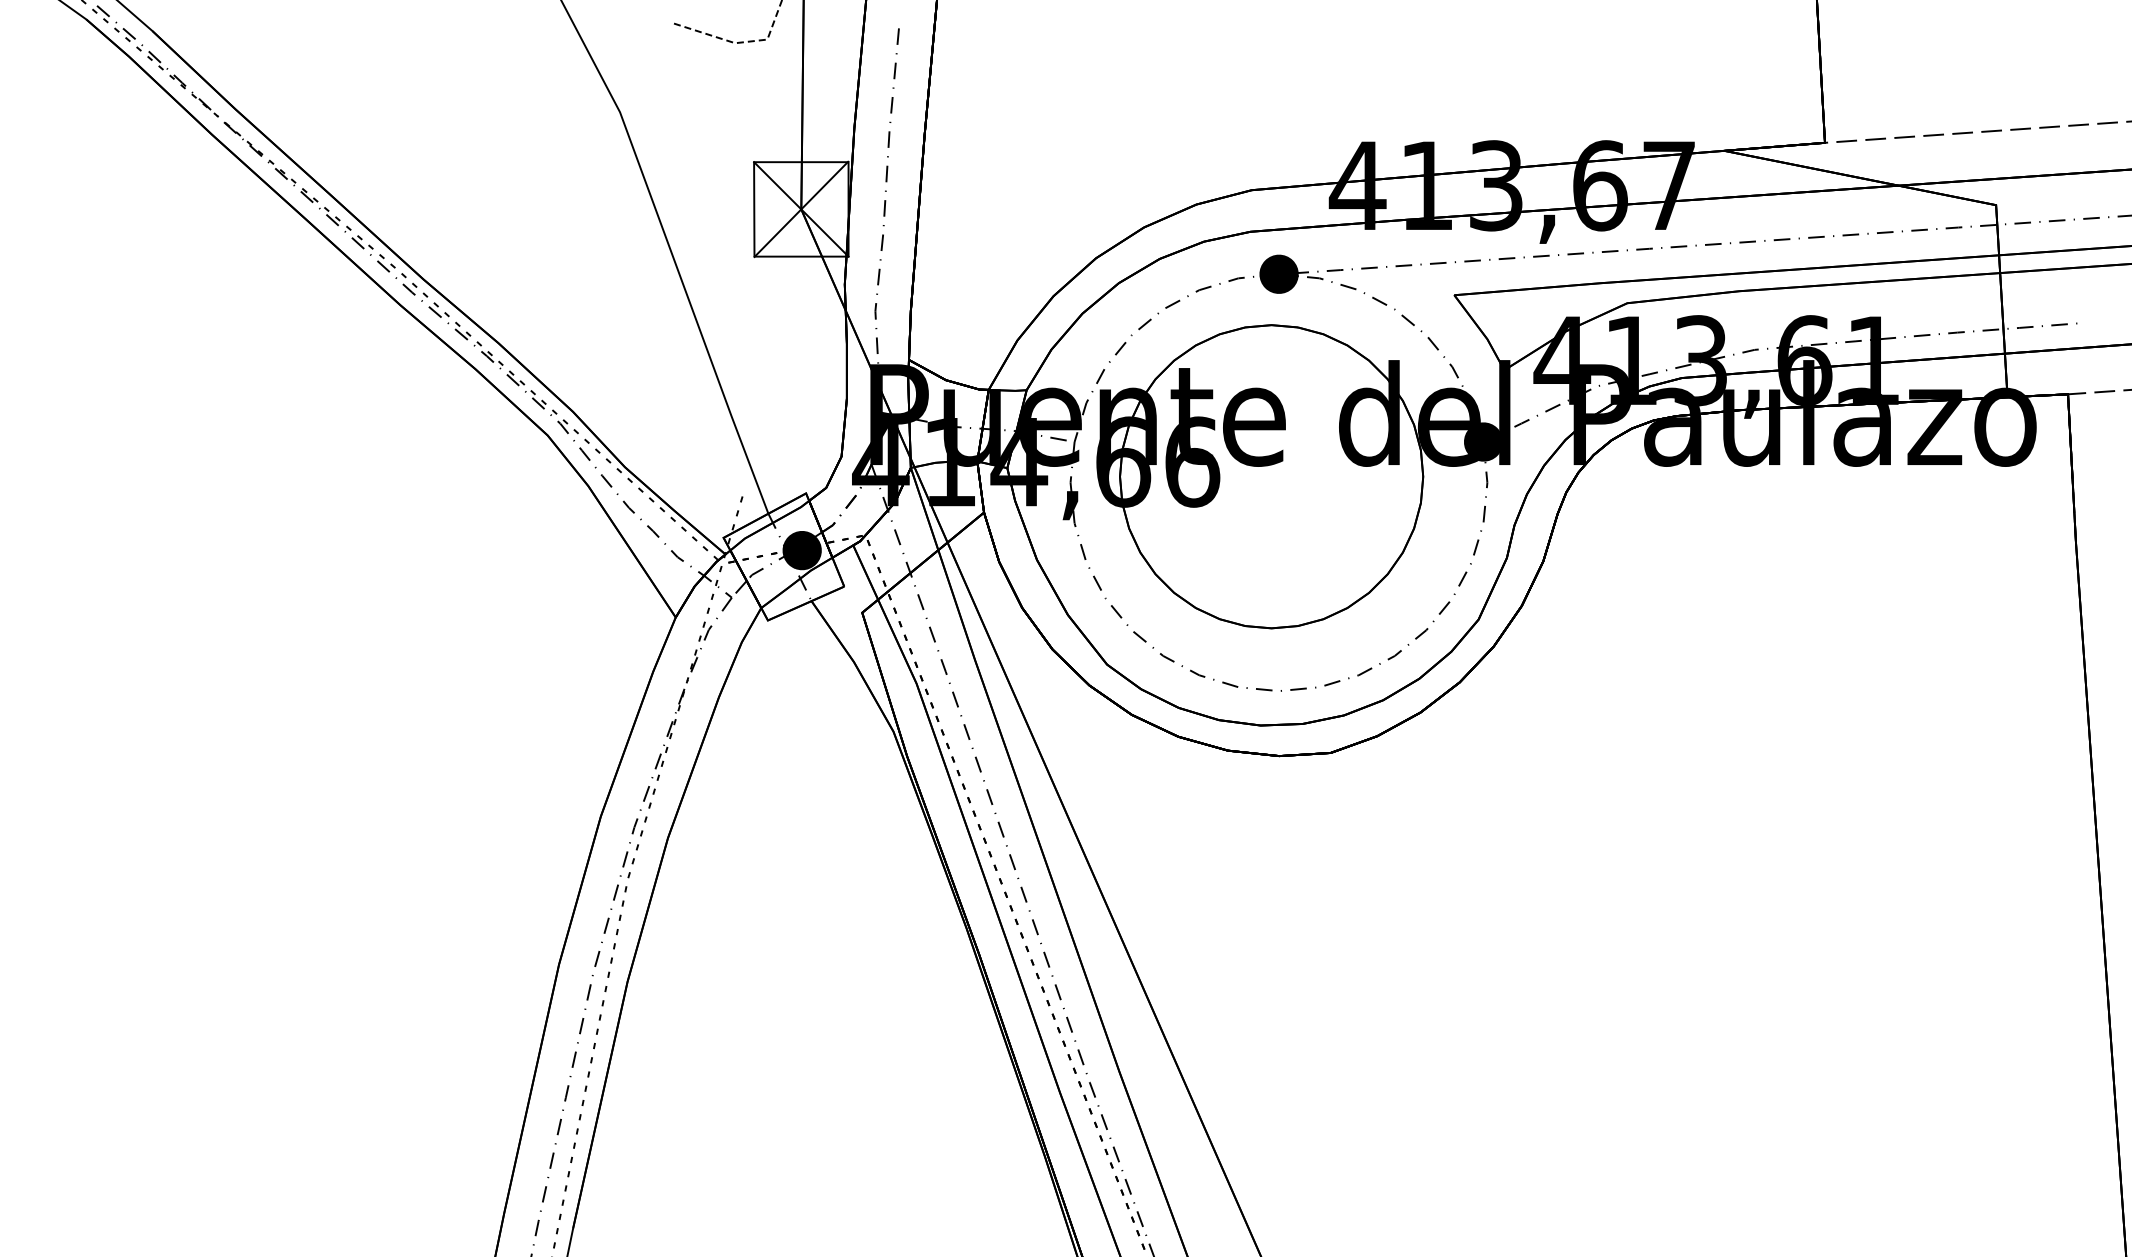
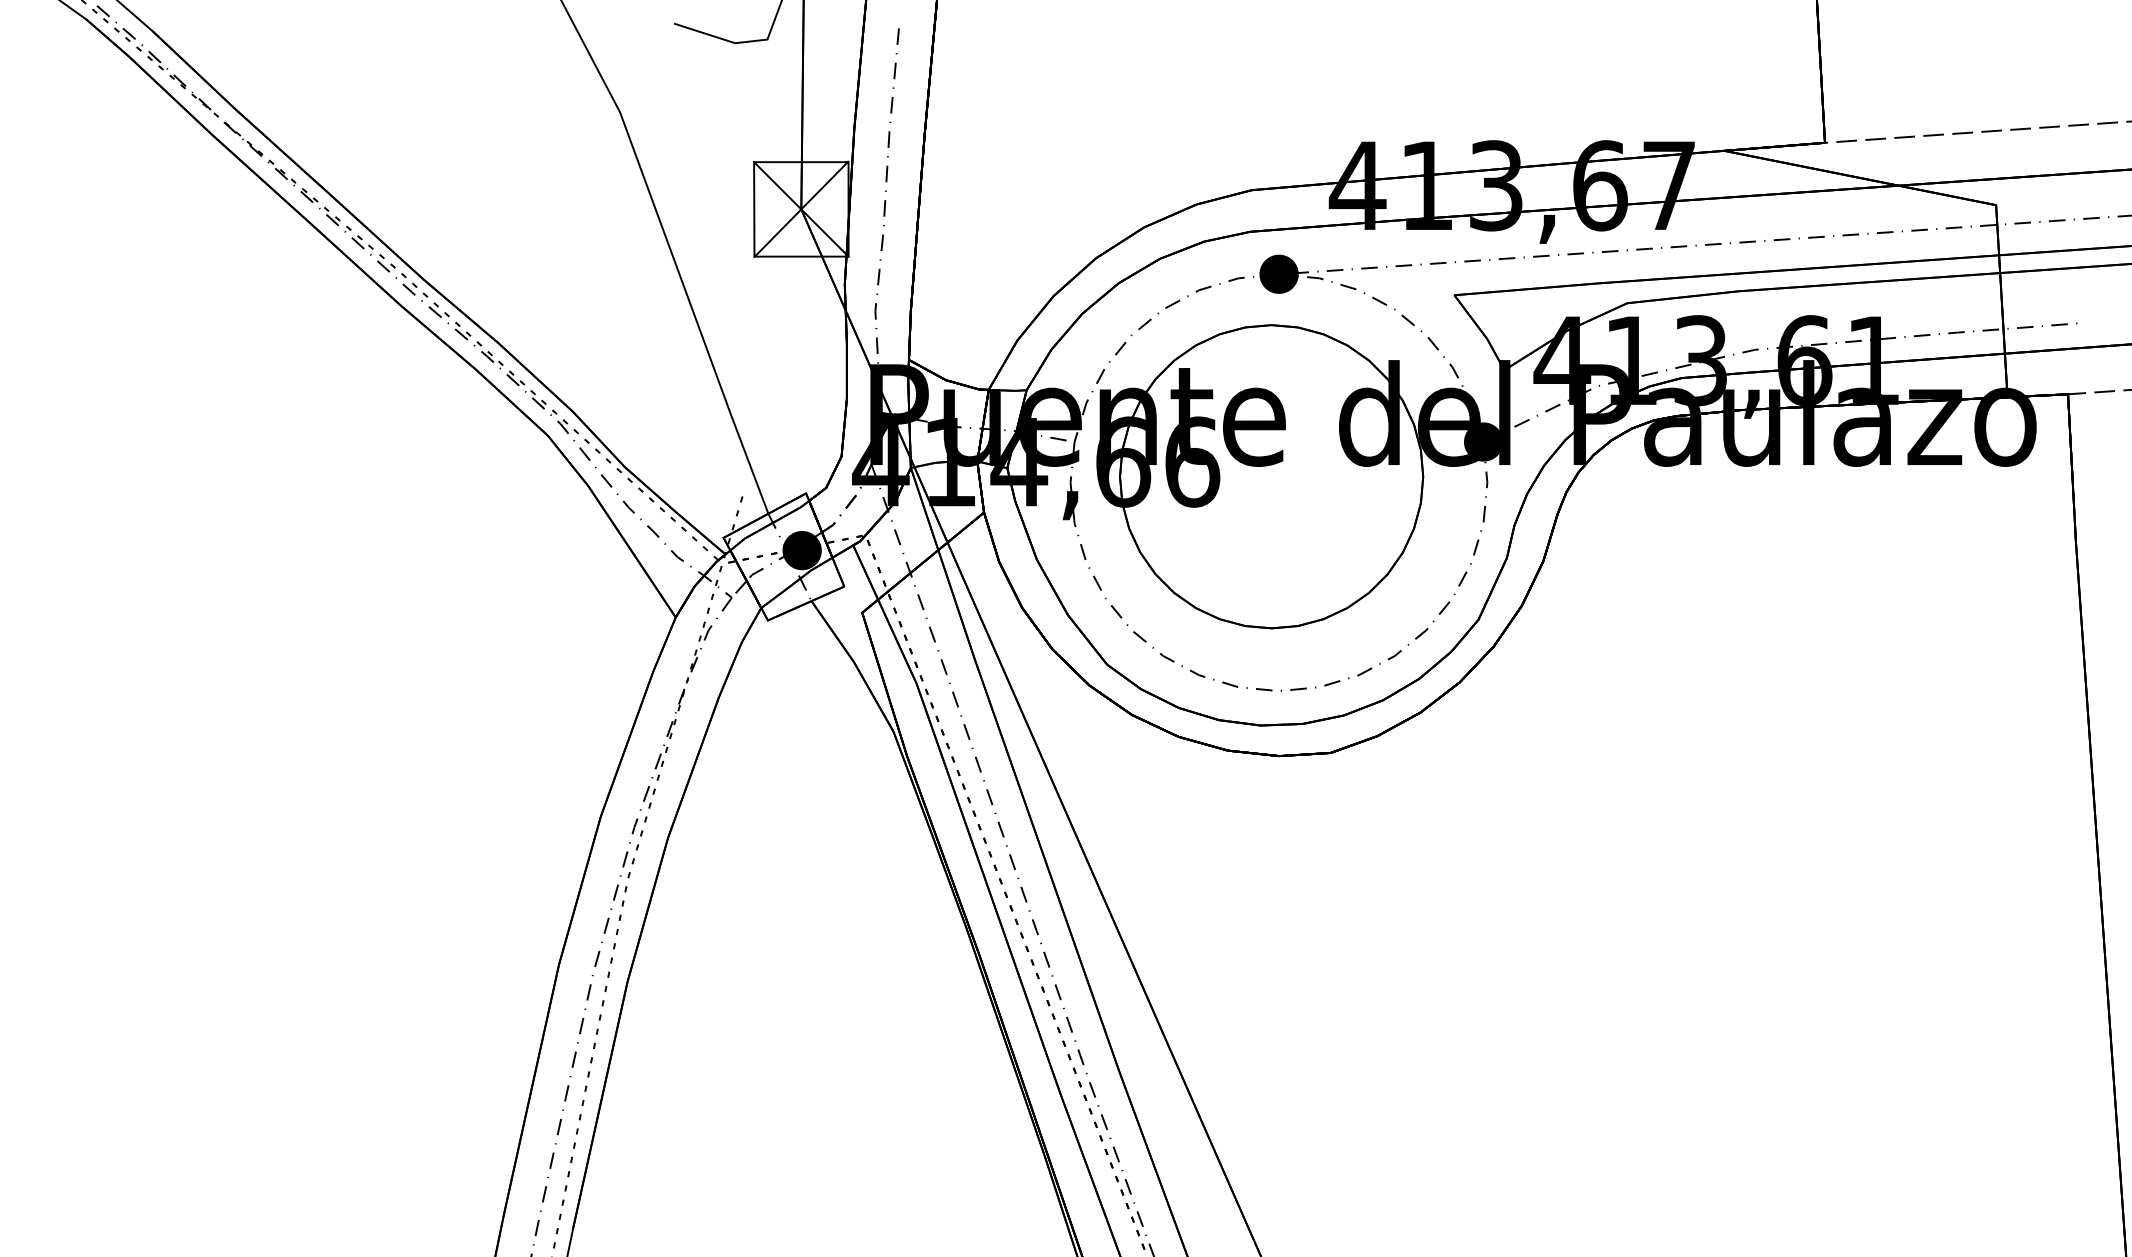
line at (740, 42): dashed -> solid
